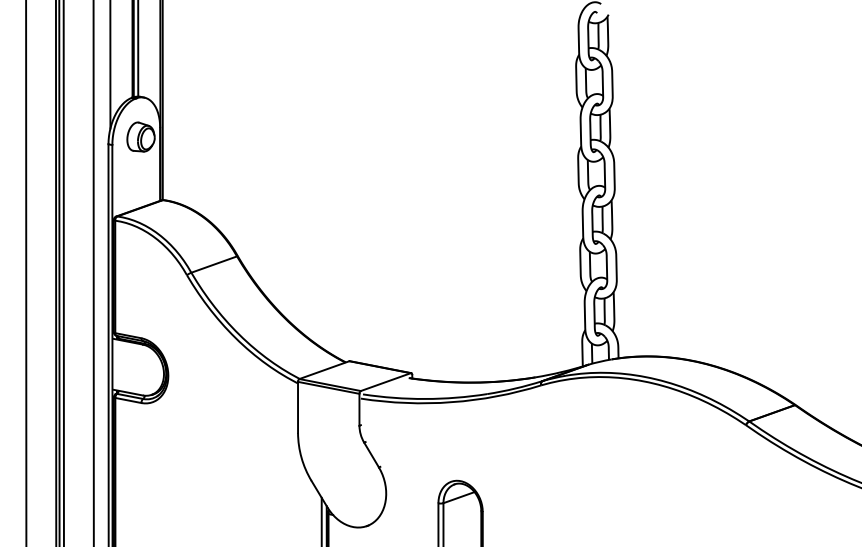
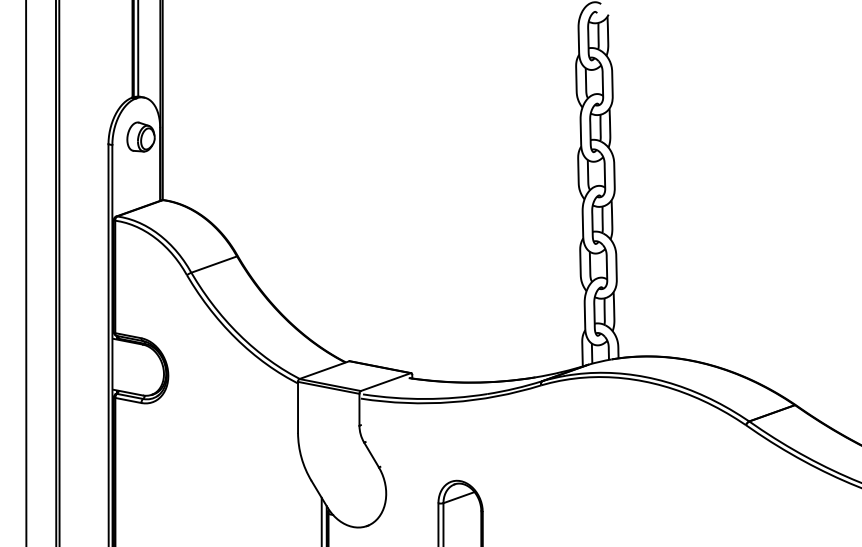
line at (110, 65): present -> none
line at (63, 272): present -> none
line at (93, 272): present -> none
